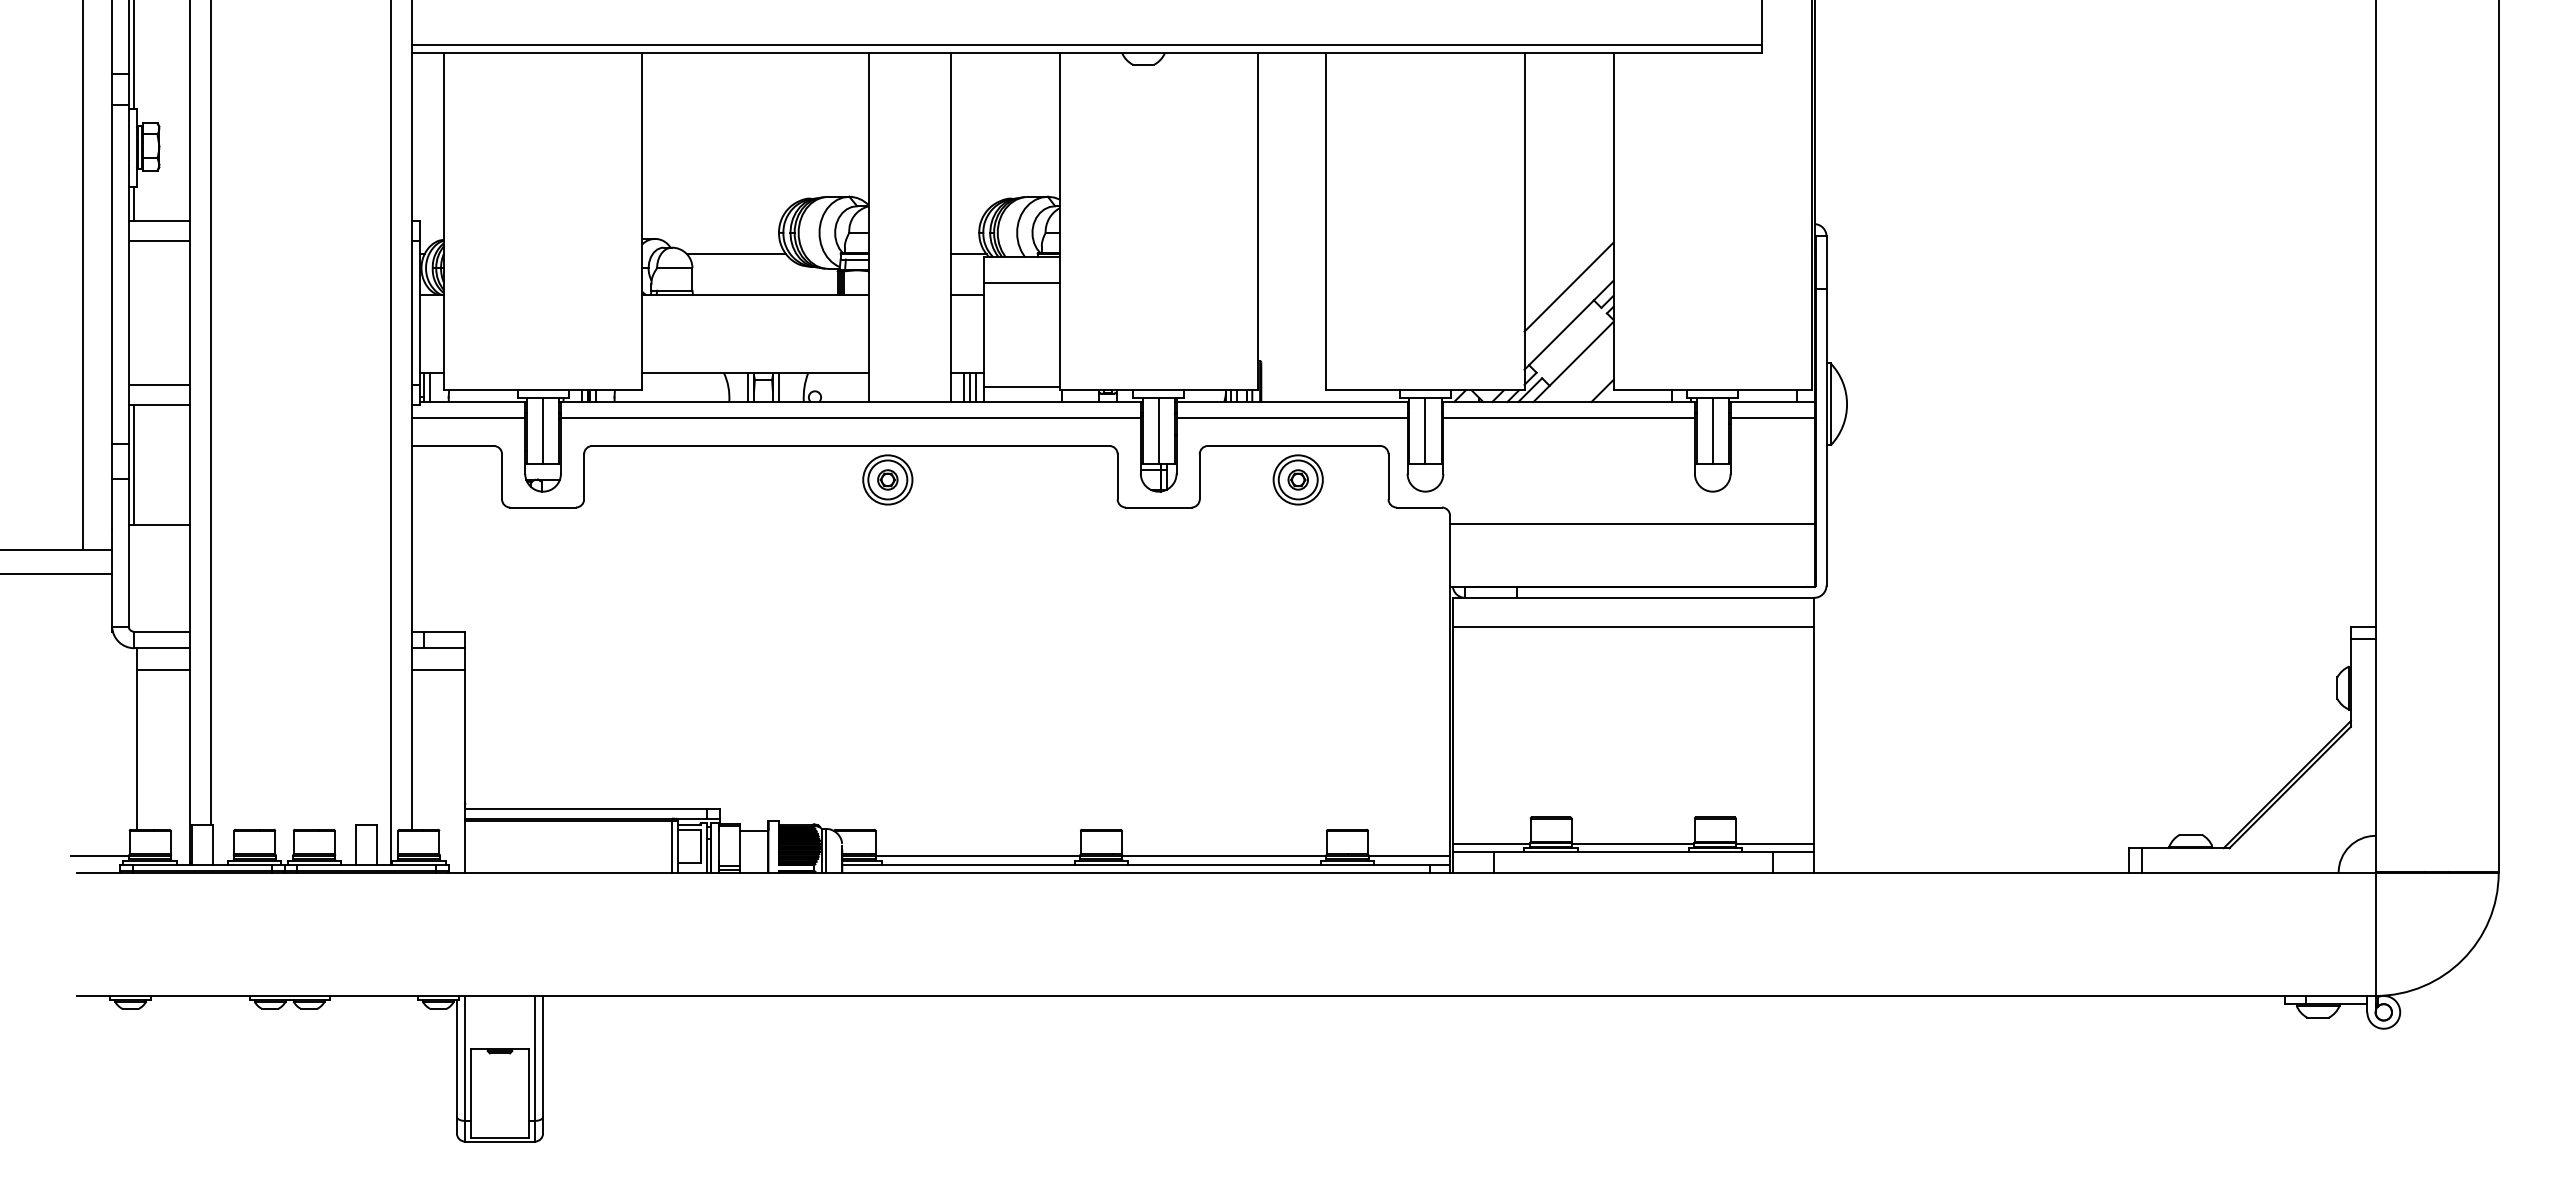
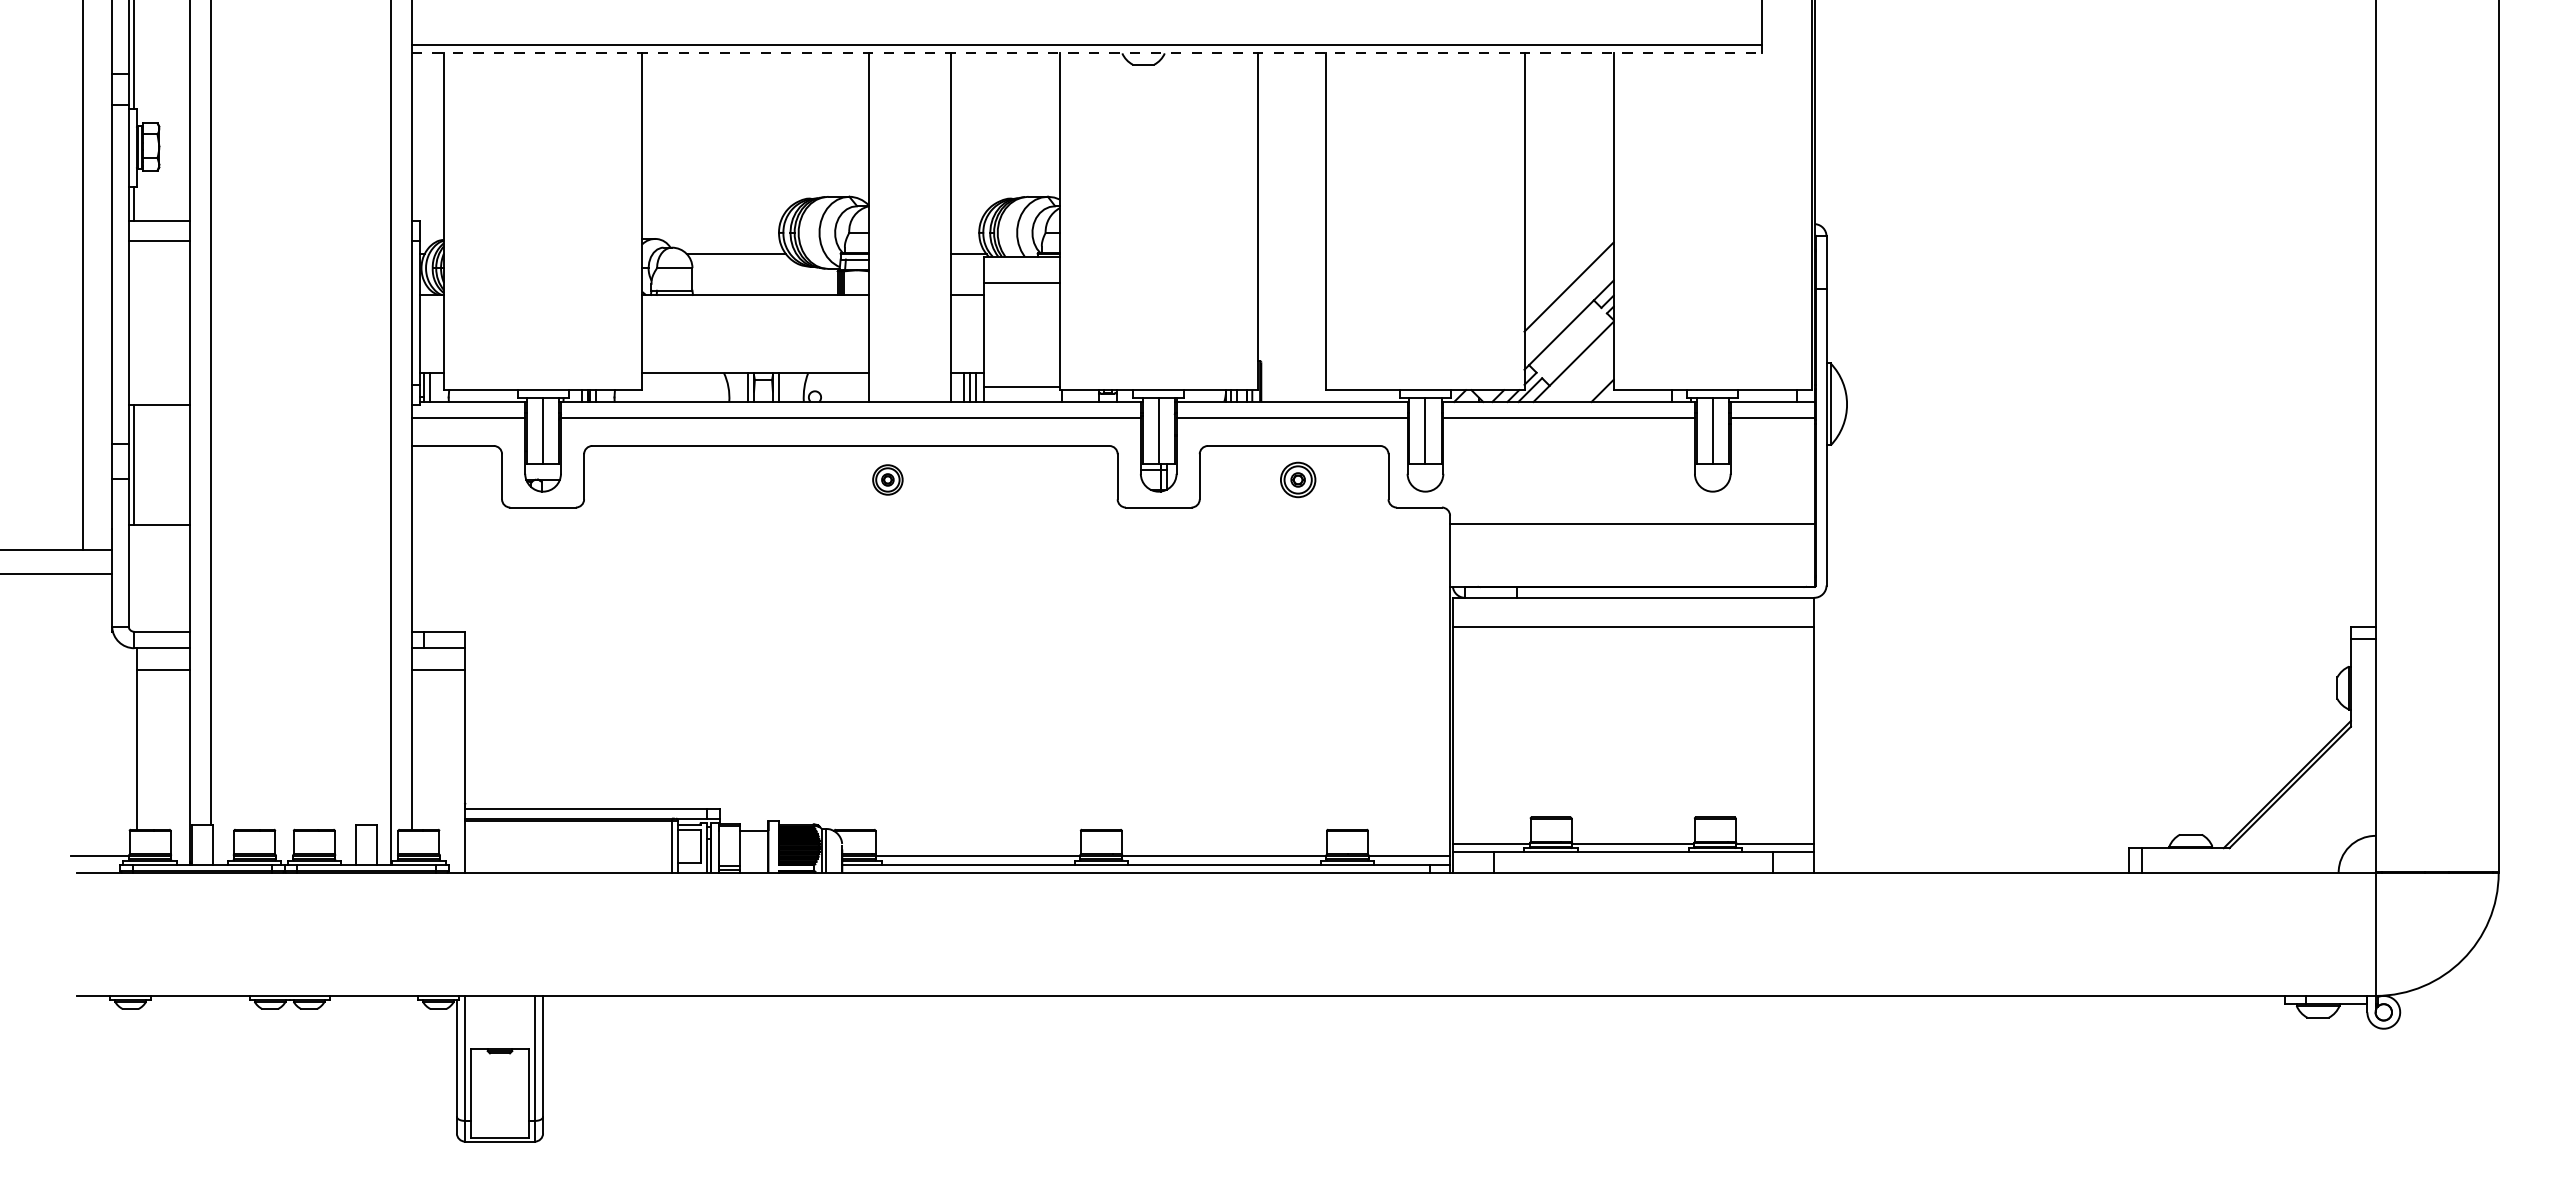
line at (1086, 53): solid -> dashed
line at (159, 384): present -> none
part at (887, 479) size: 52x52 px -> 32x32 px
part at (1297, 479) size: 52x52 px -> 37x38 px
